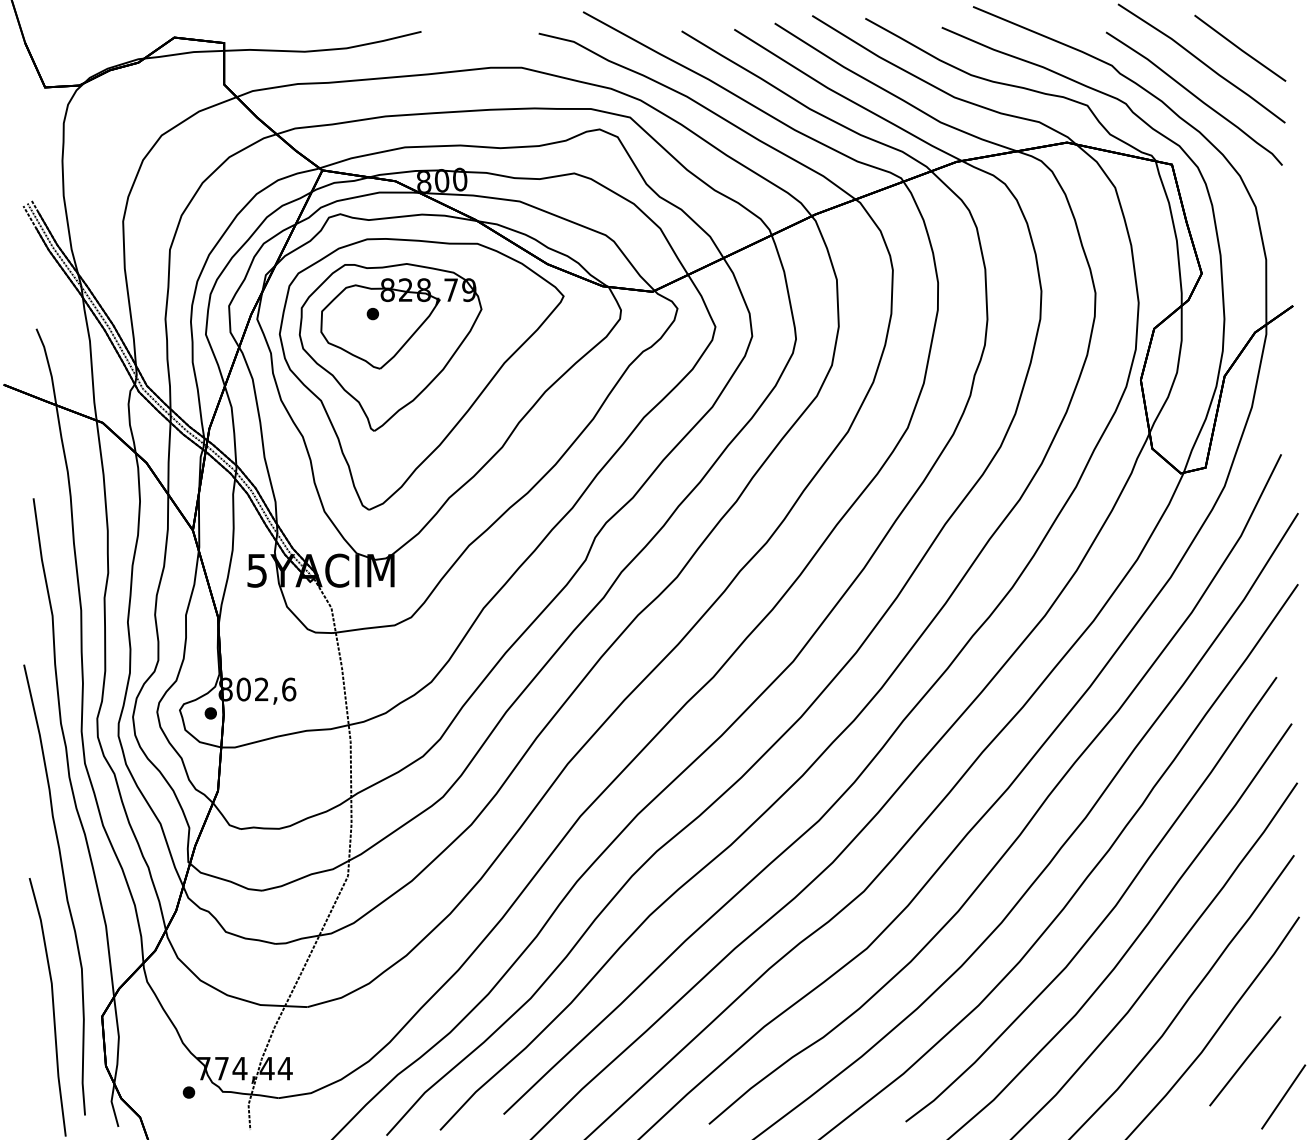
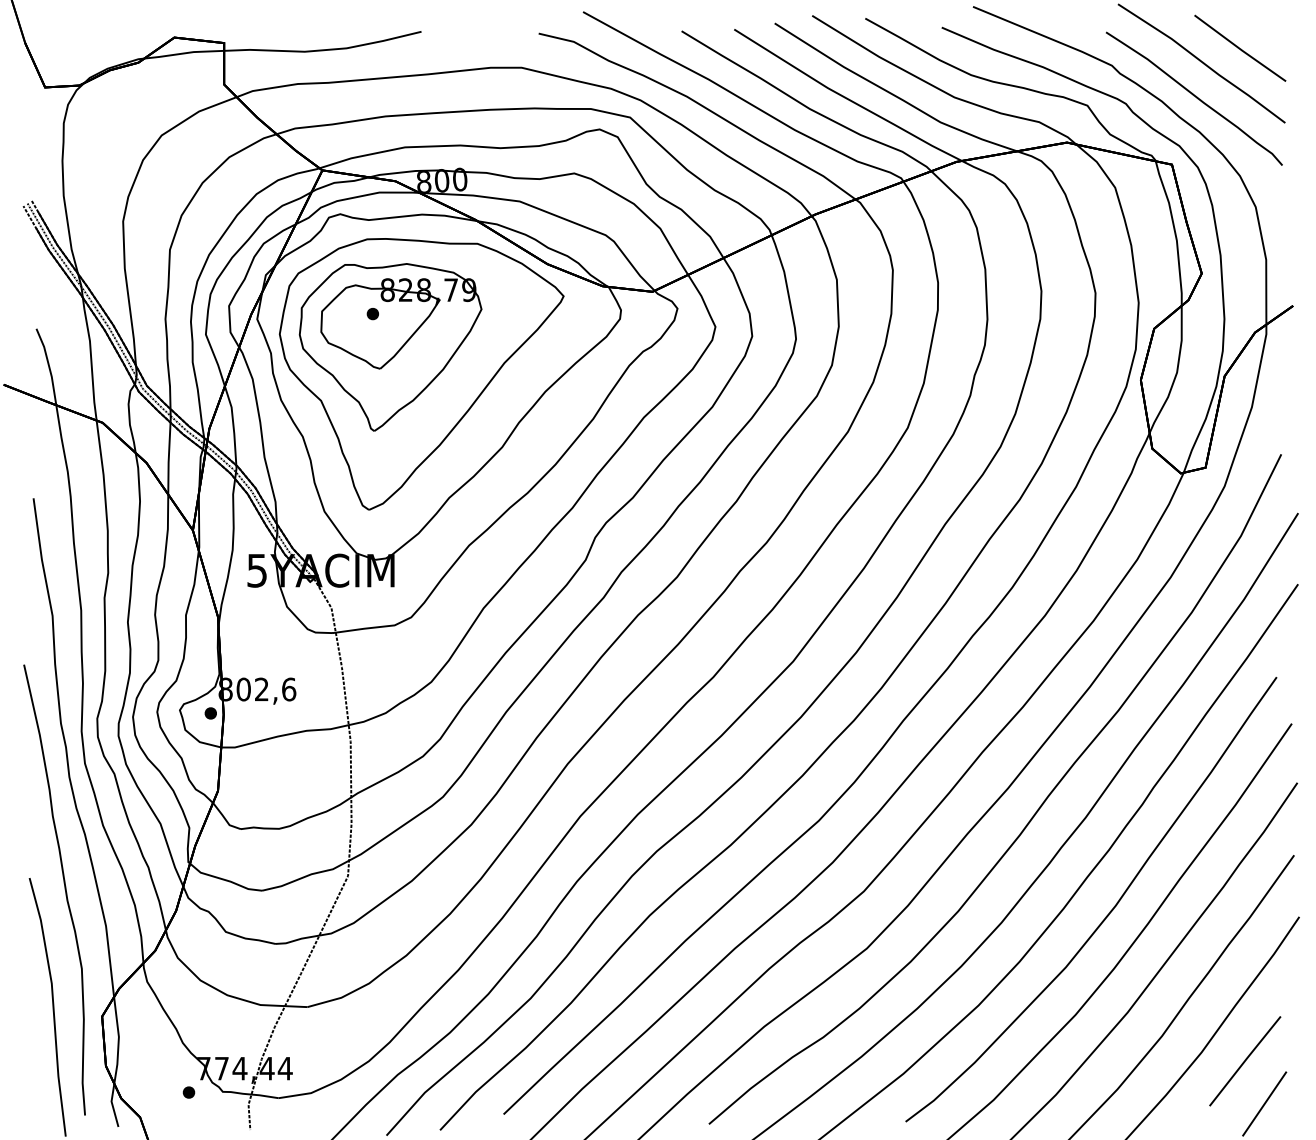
line at (1283, 1096) position: (1283, 1096) -> (1264, 1103)
